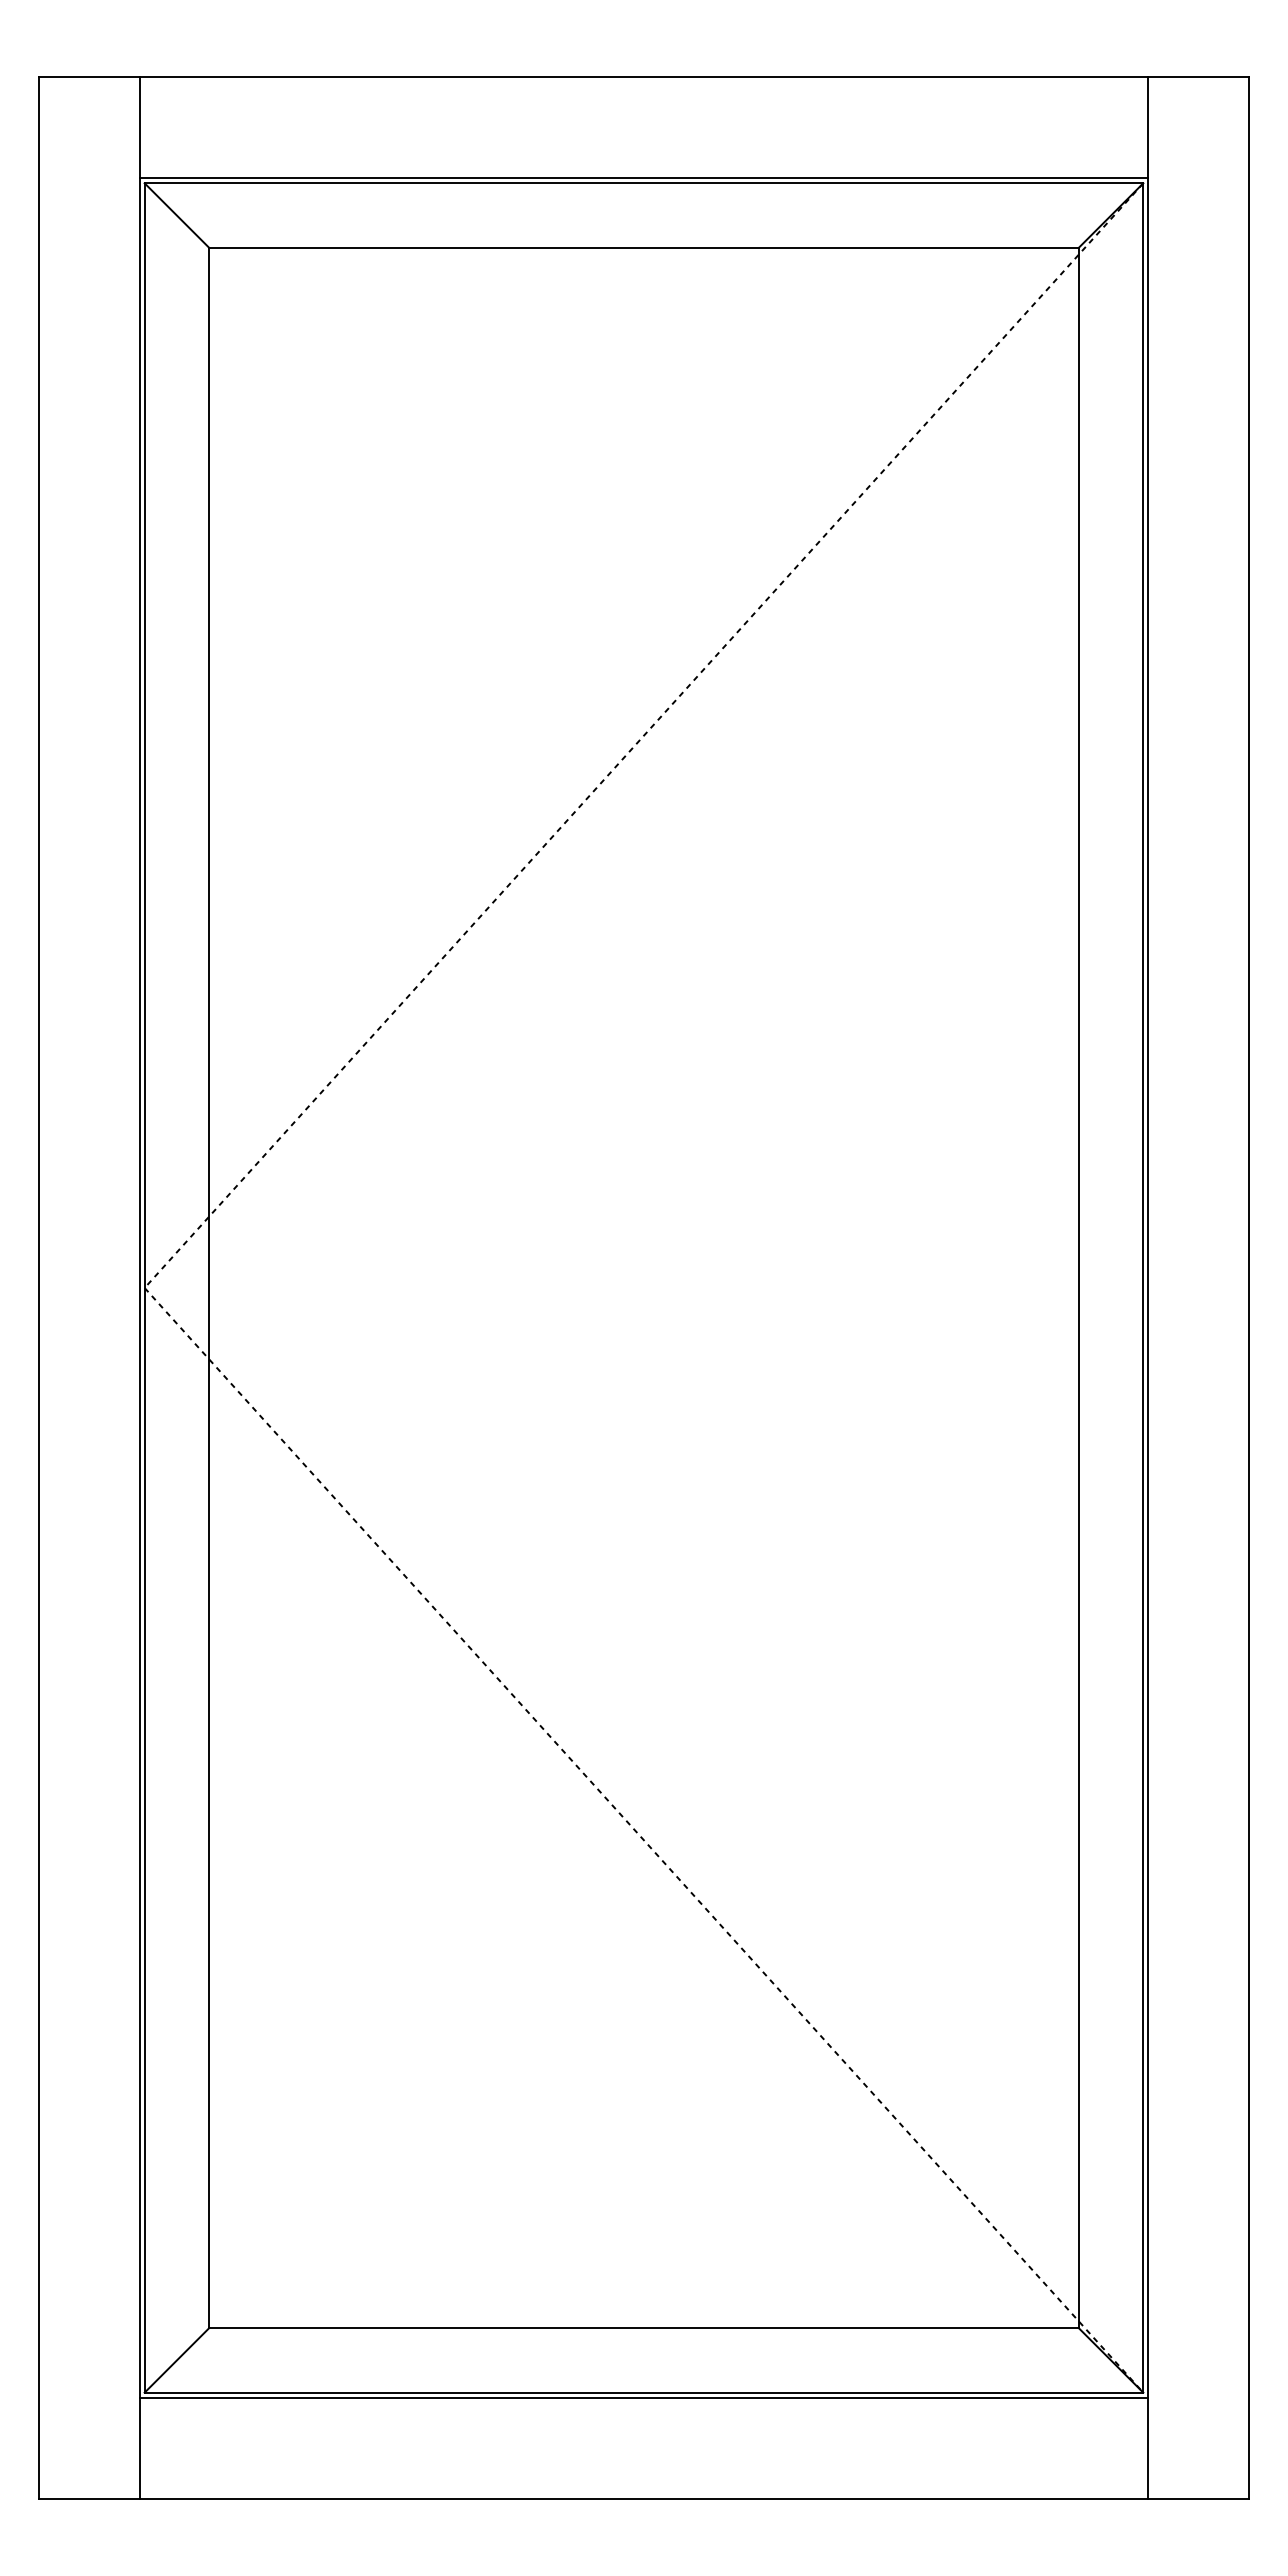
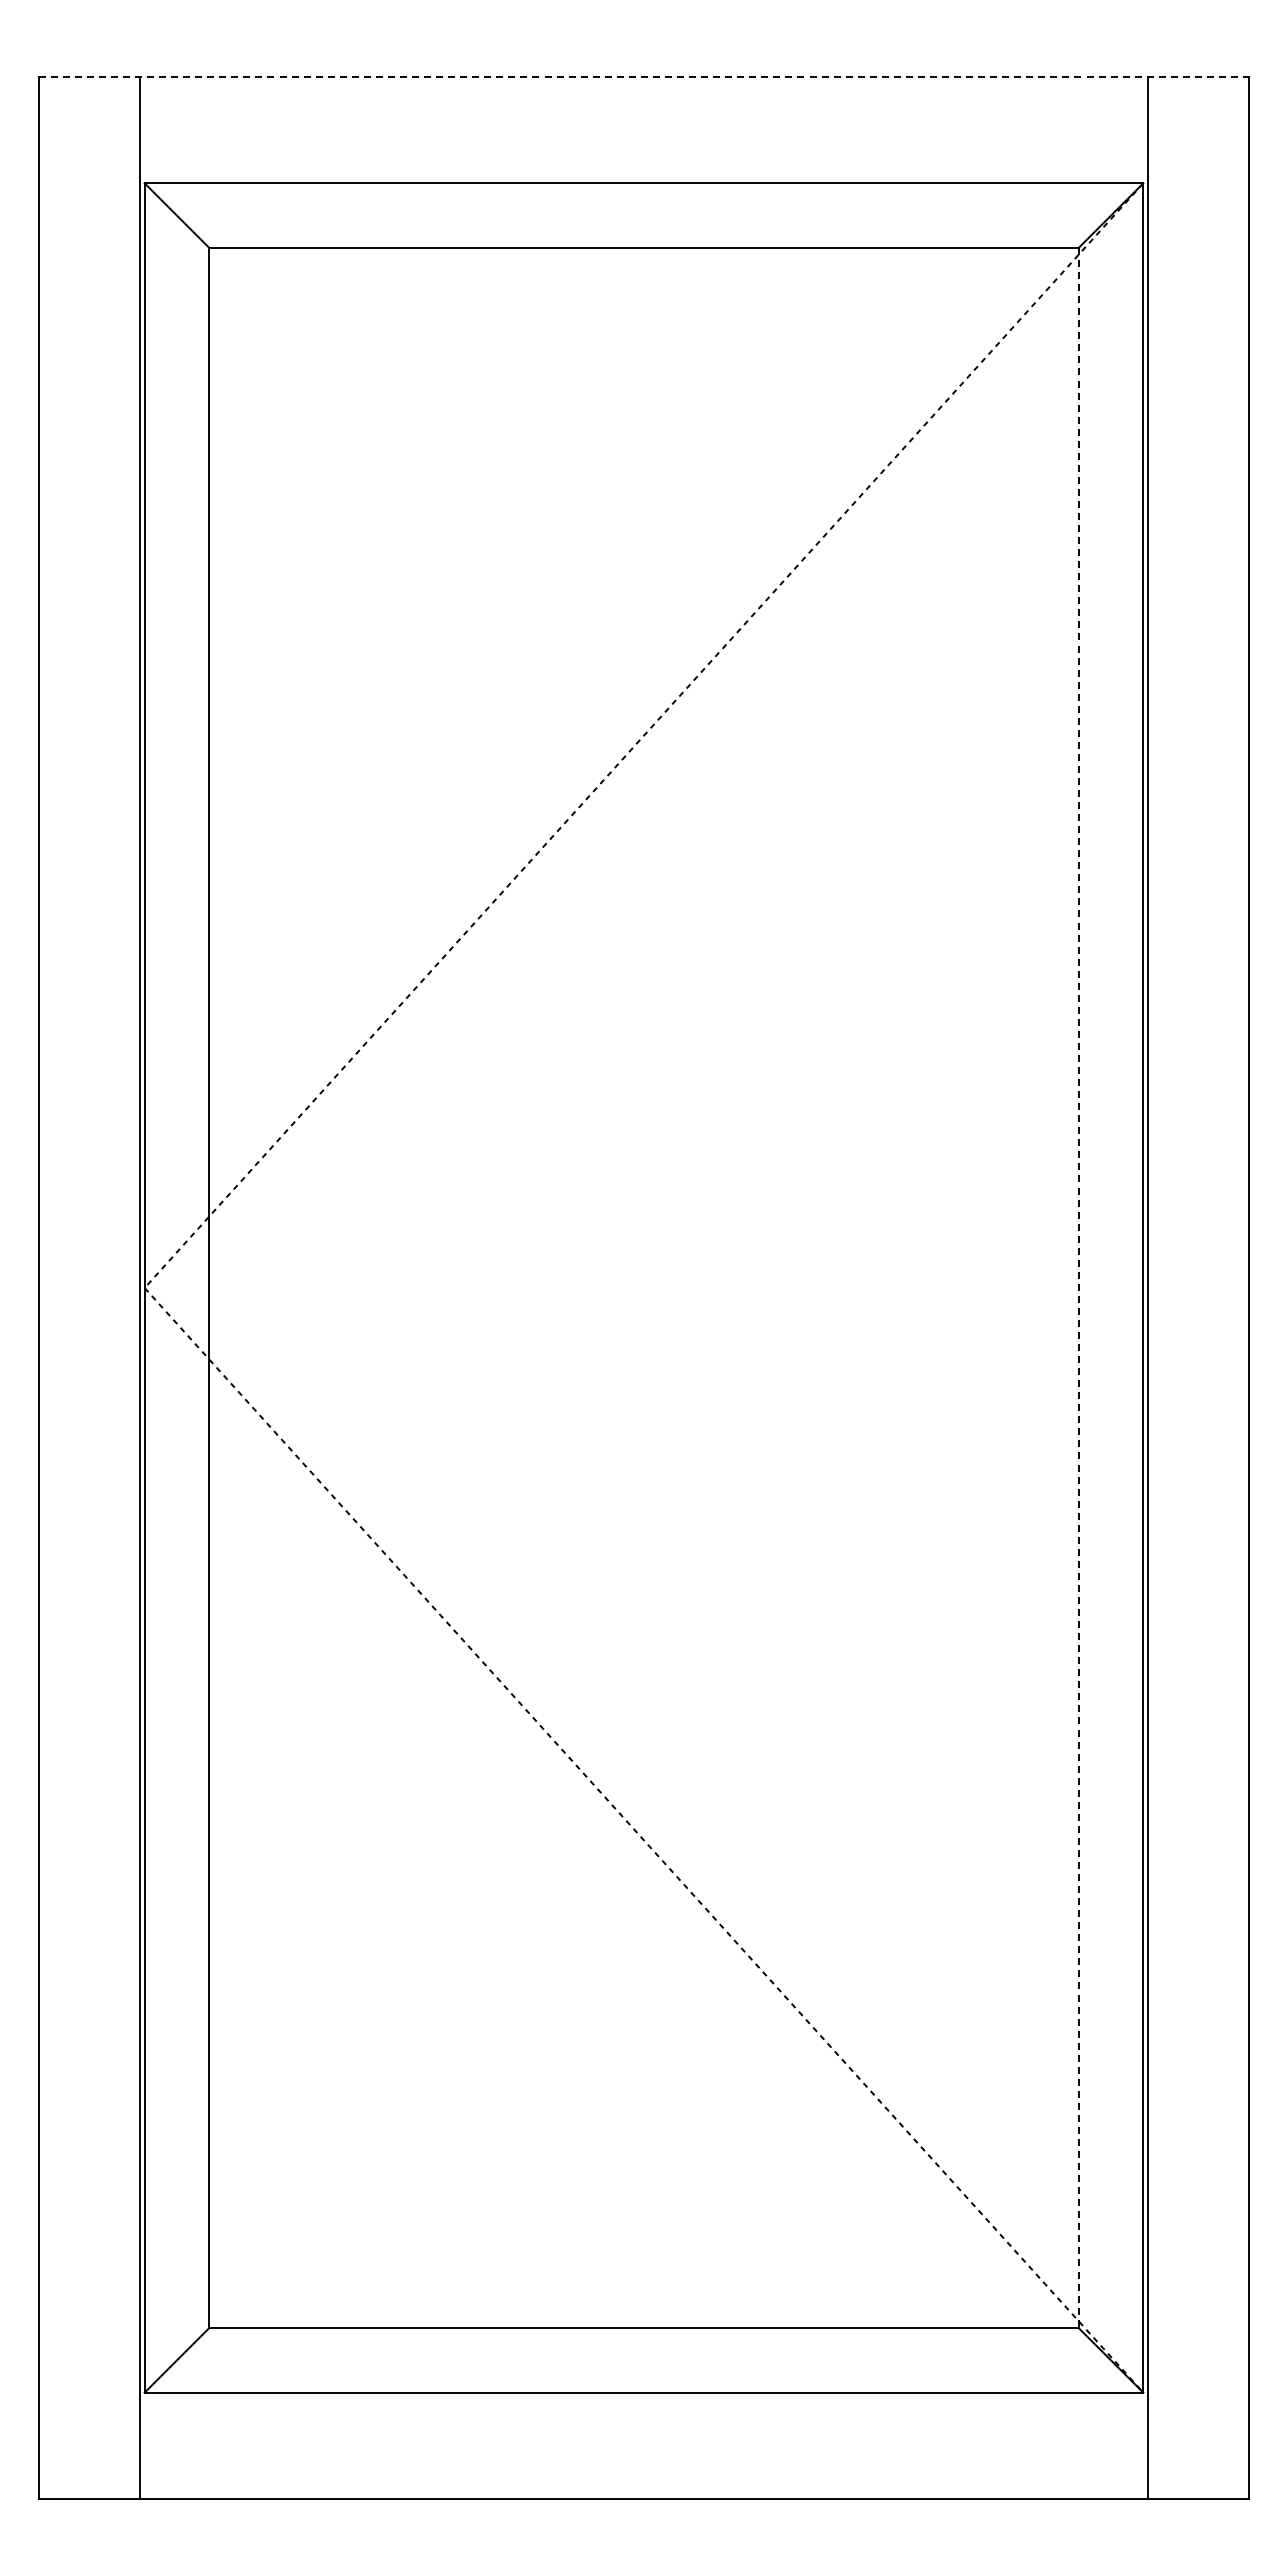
line at (644, 77): solid -> dashed
line at (643, 178): present -> none
line at (1078, 1287): solid -> dashed
line at (643, 2397): present -> none
